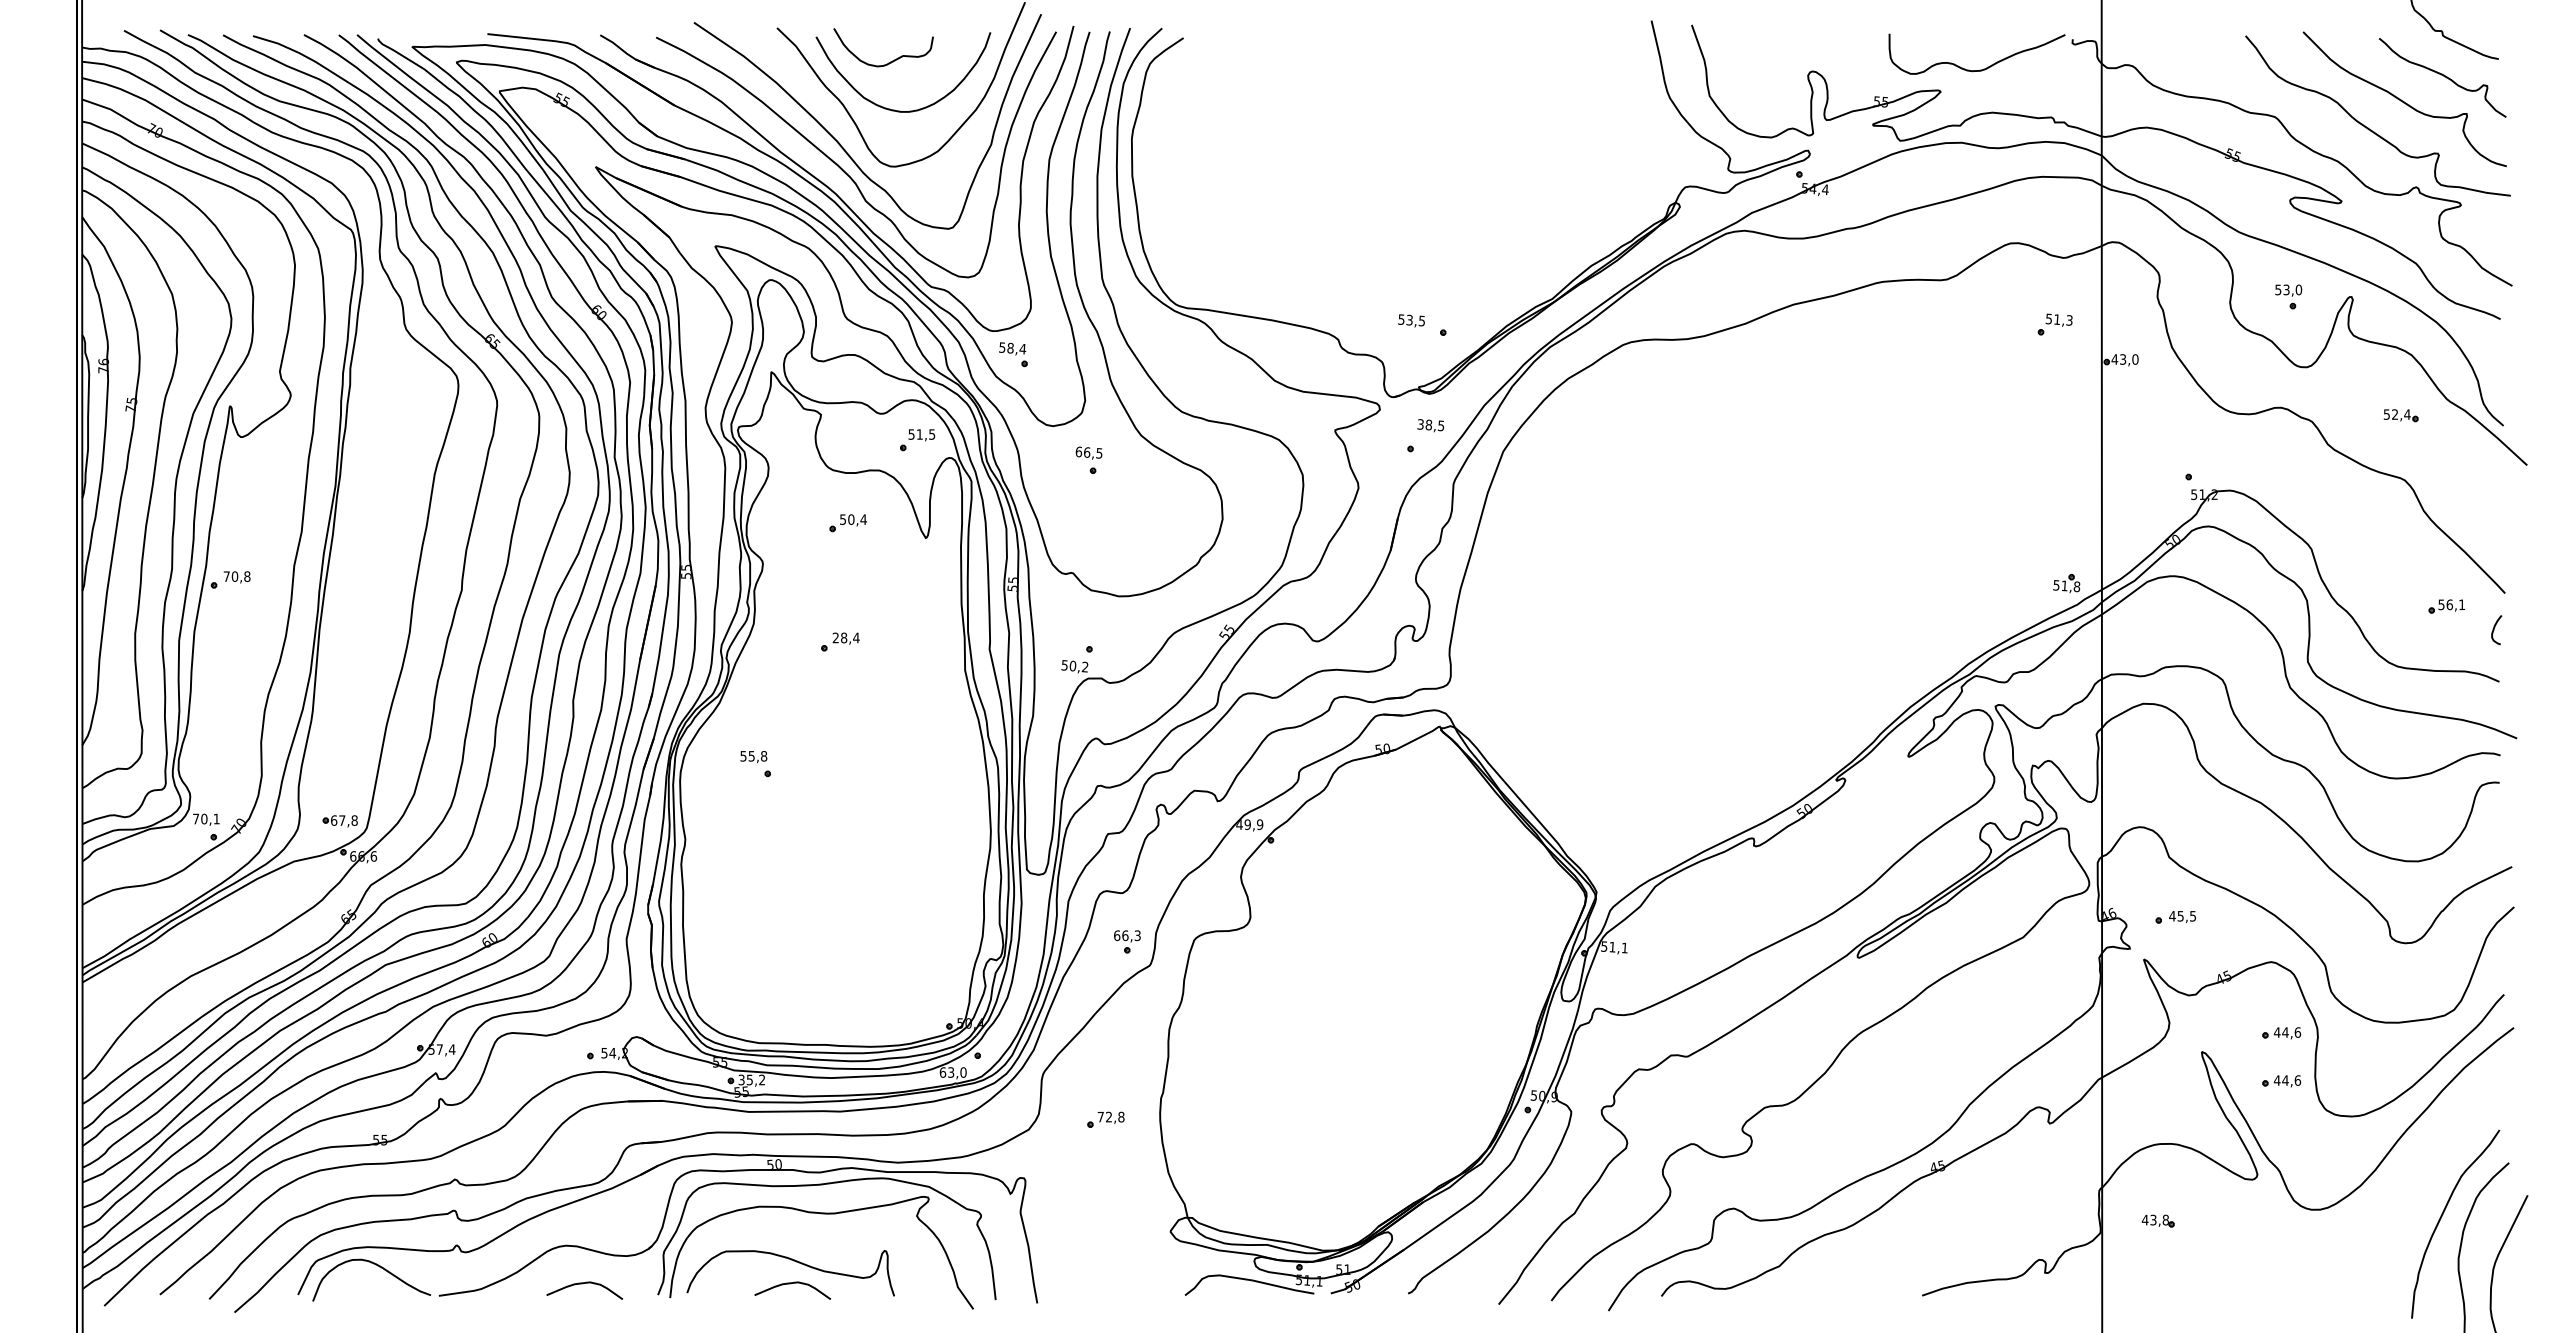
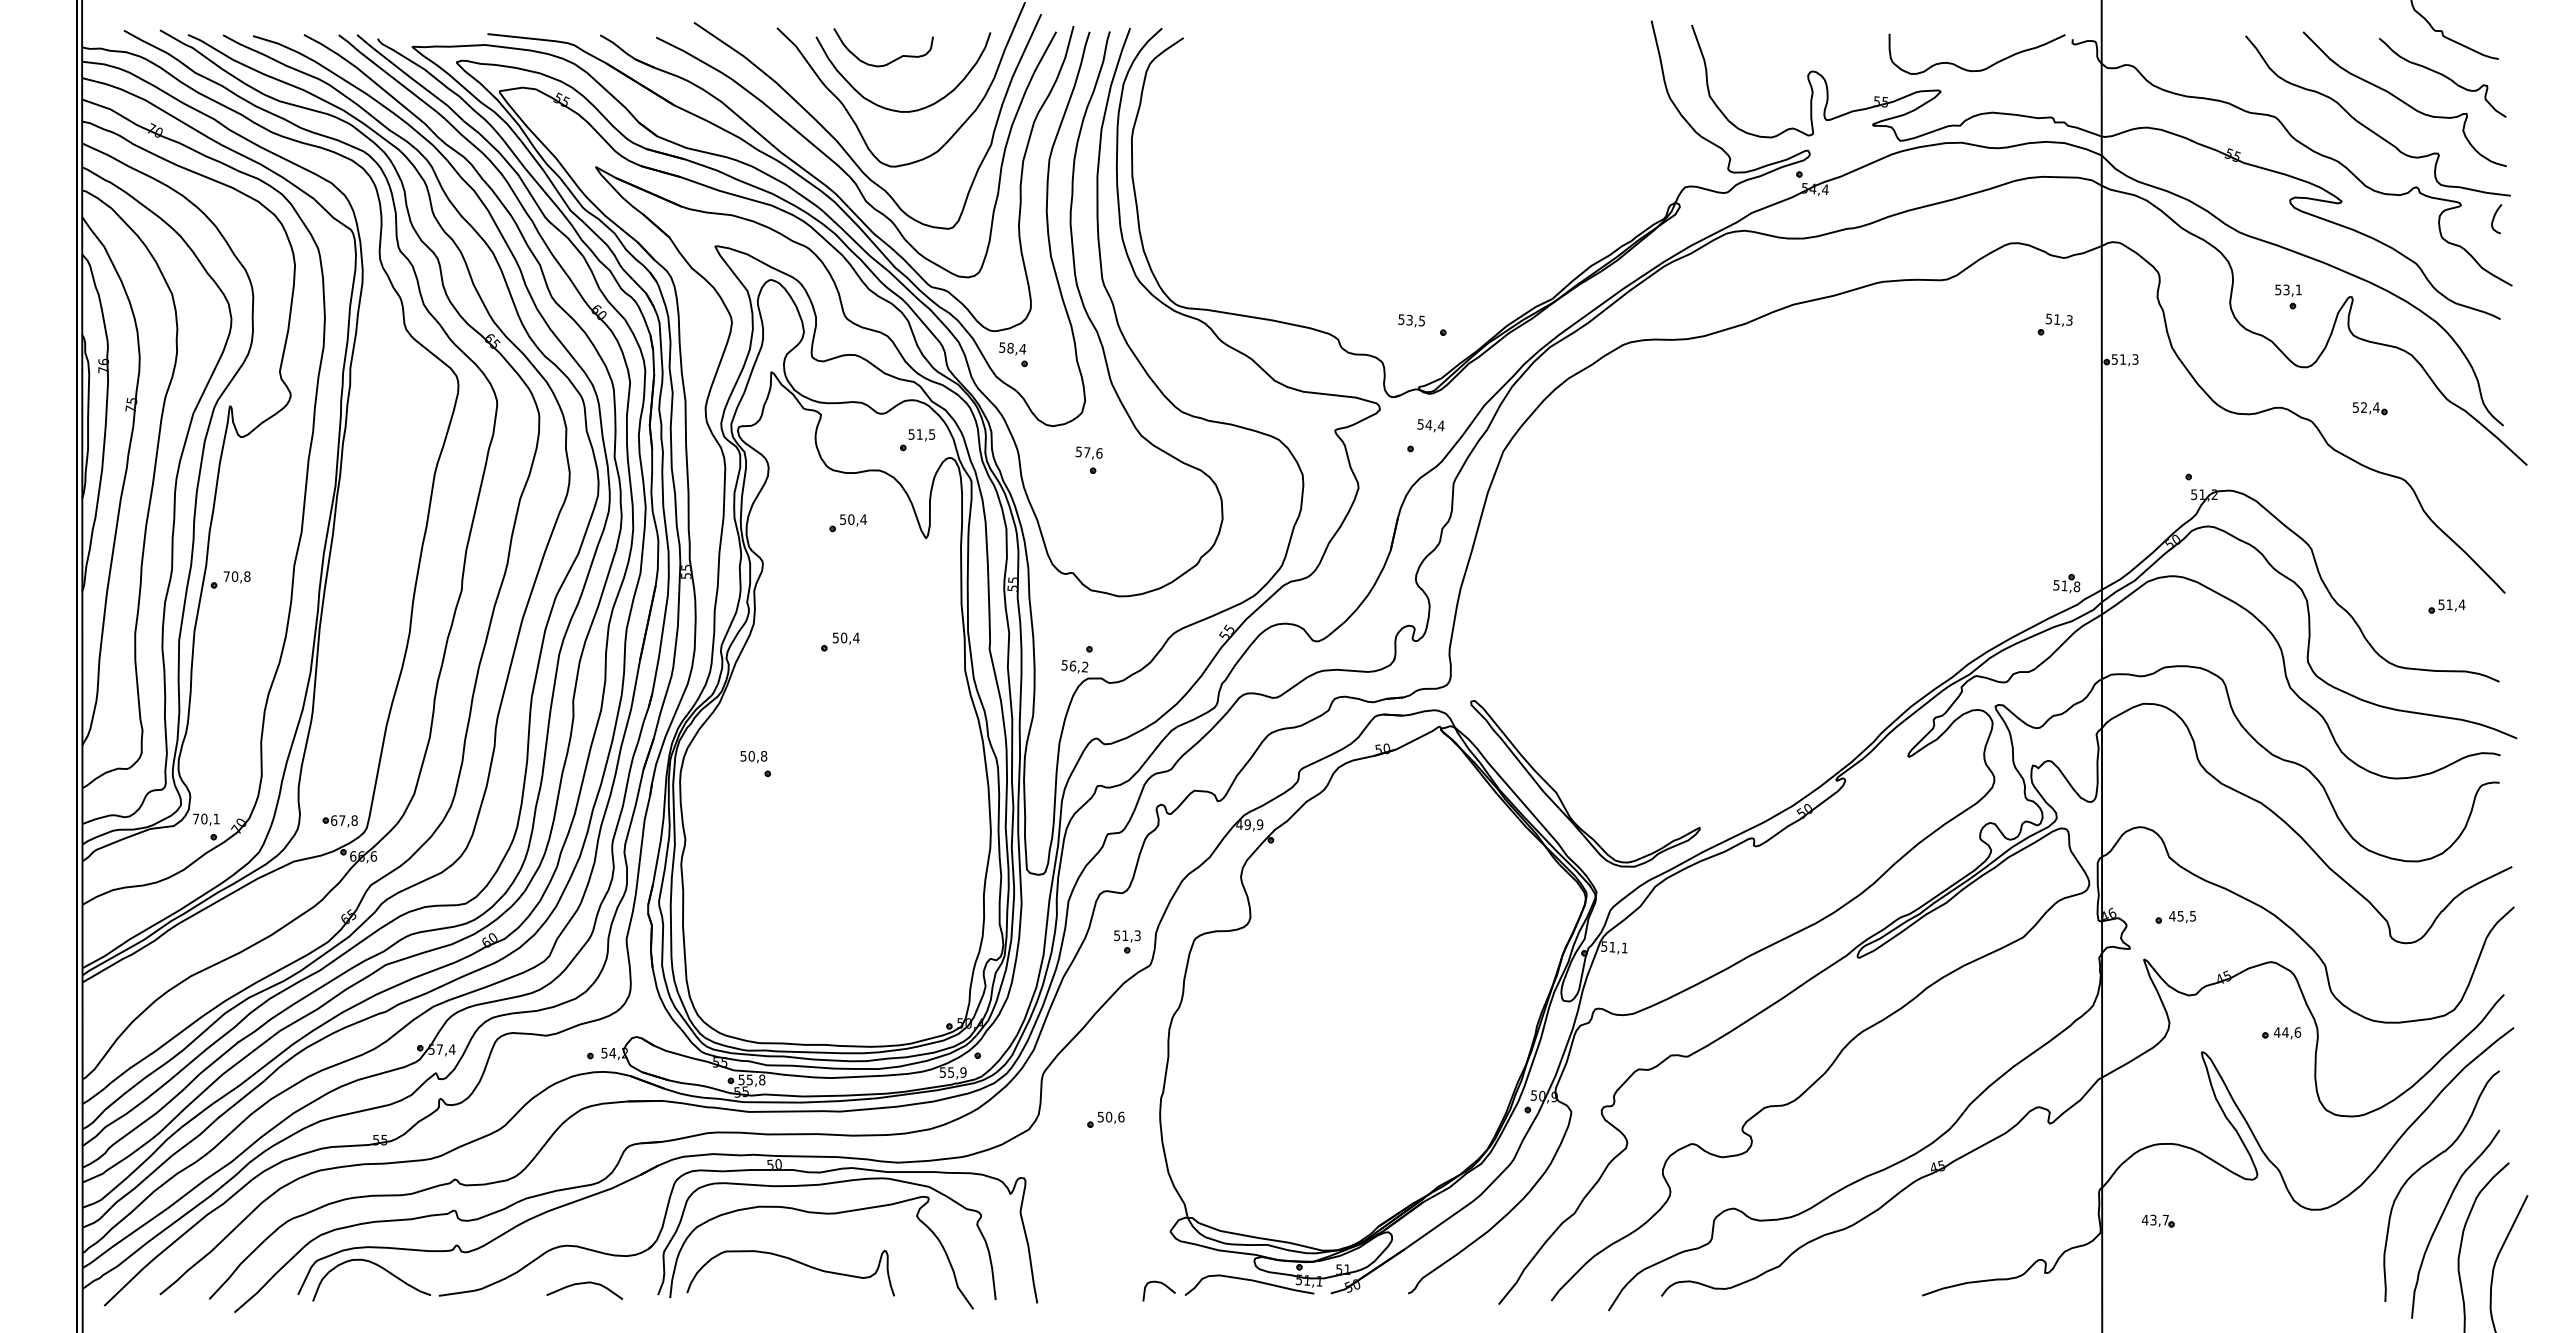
text at (2298, 289): 53,0 -> 53,1
text at (2124, 359): 43,0 -> 51,3
part at (2400, 415) position: (2400, 415) -> (2369, 408)
text at (1431, 425): 38,5 -> 54,4
text at (1088, 452): 66,5 -> 57,6
text at (2455, 604): 56,1 -> 51,4
curve at (2494, 630) position: (2494, 630) -> (2494, 219)
text at (839, 637): 28,4 -> 50,4
text at (1073, 665): 50,2 -> 56,2
text at (751, 756): 55,8 -> 50,8
part at (1560, 797): none -> present
text at (1121, 935): 66,3 -> 51,3
text at (952, 1072): 63,0 -> 55,9
text at (751, 1079): 35,2 -> 55,8
part at (2281, 1081): present -> none
text at (1110, 1116): 72,8 -> 50,6
curve at (2427, 1164): none -> present
text at (2165, 1219): 43,8 -> 43,7
curve at (1158, 1283): none -> present
curve at (791, 1284): present -> none
